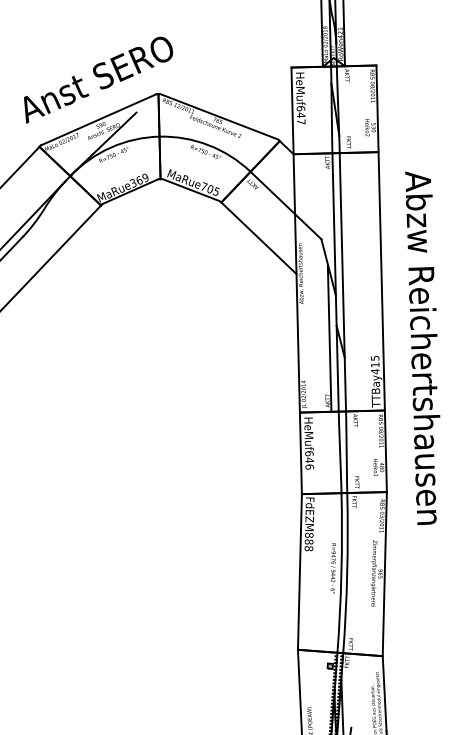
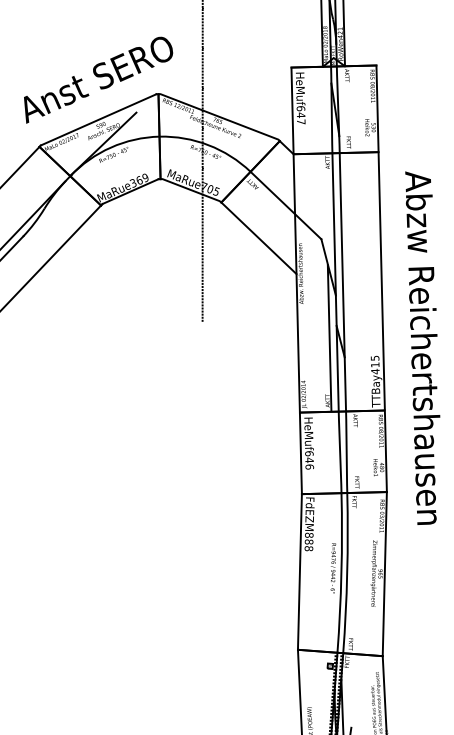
line at (202, 161): none -> present
